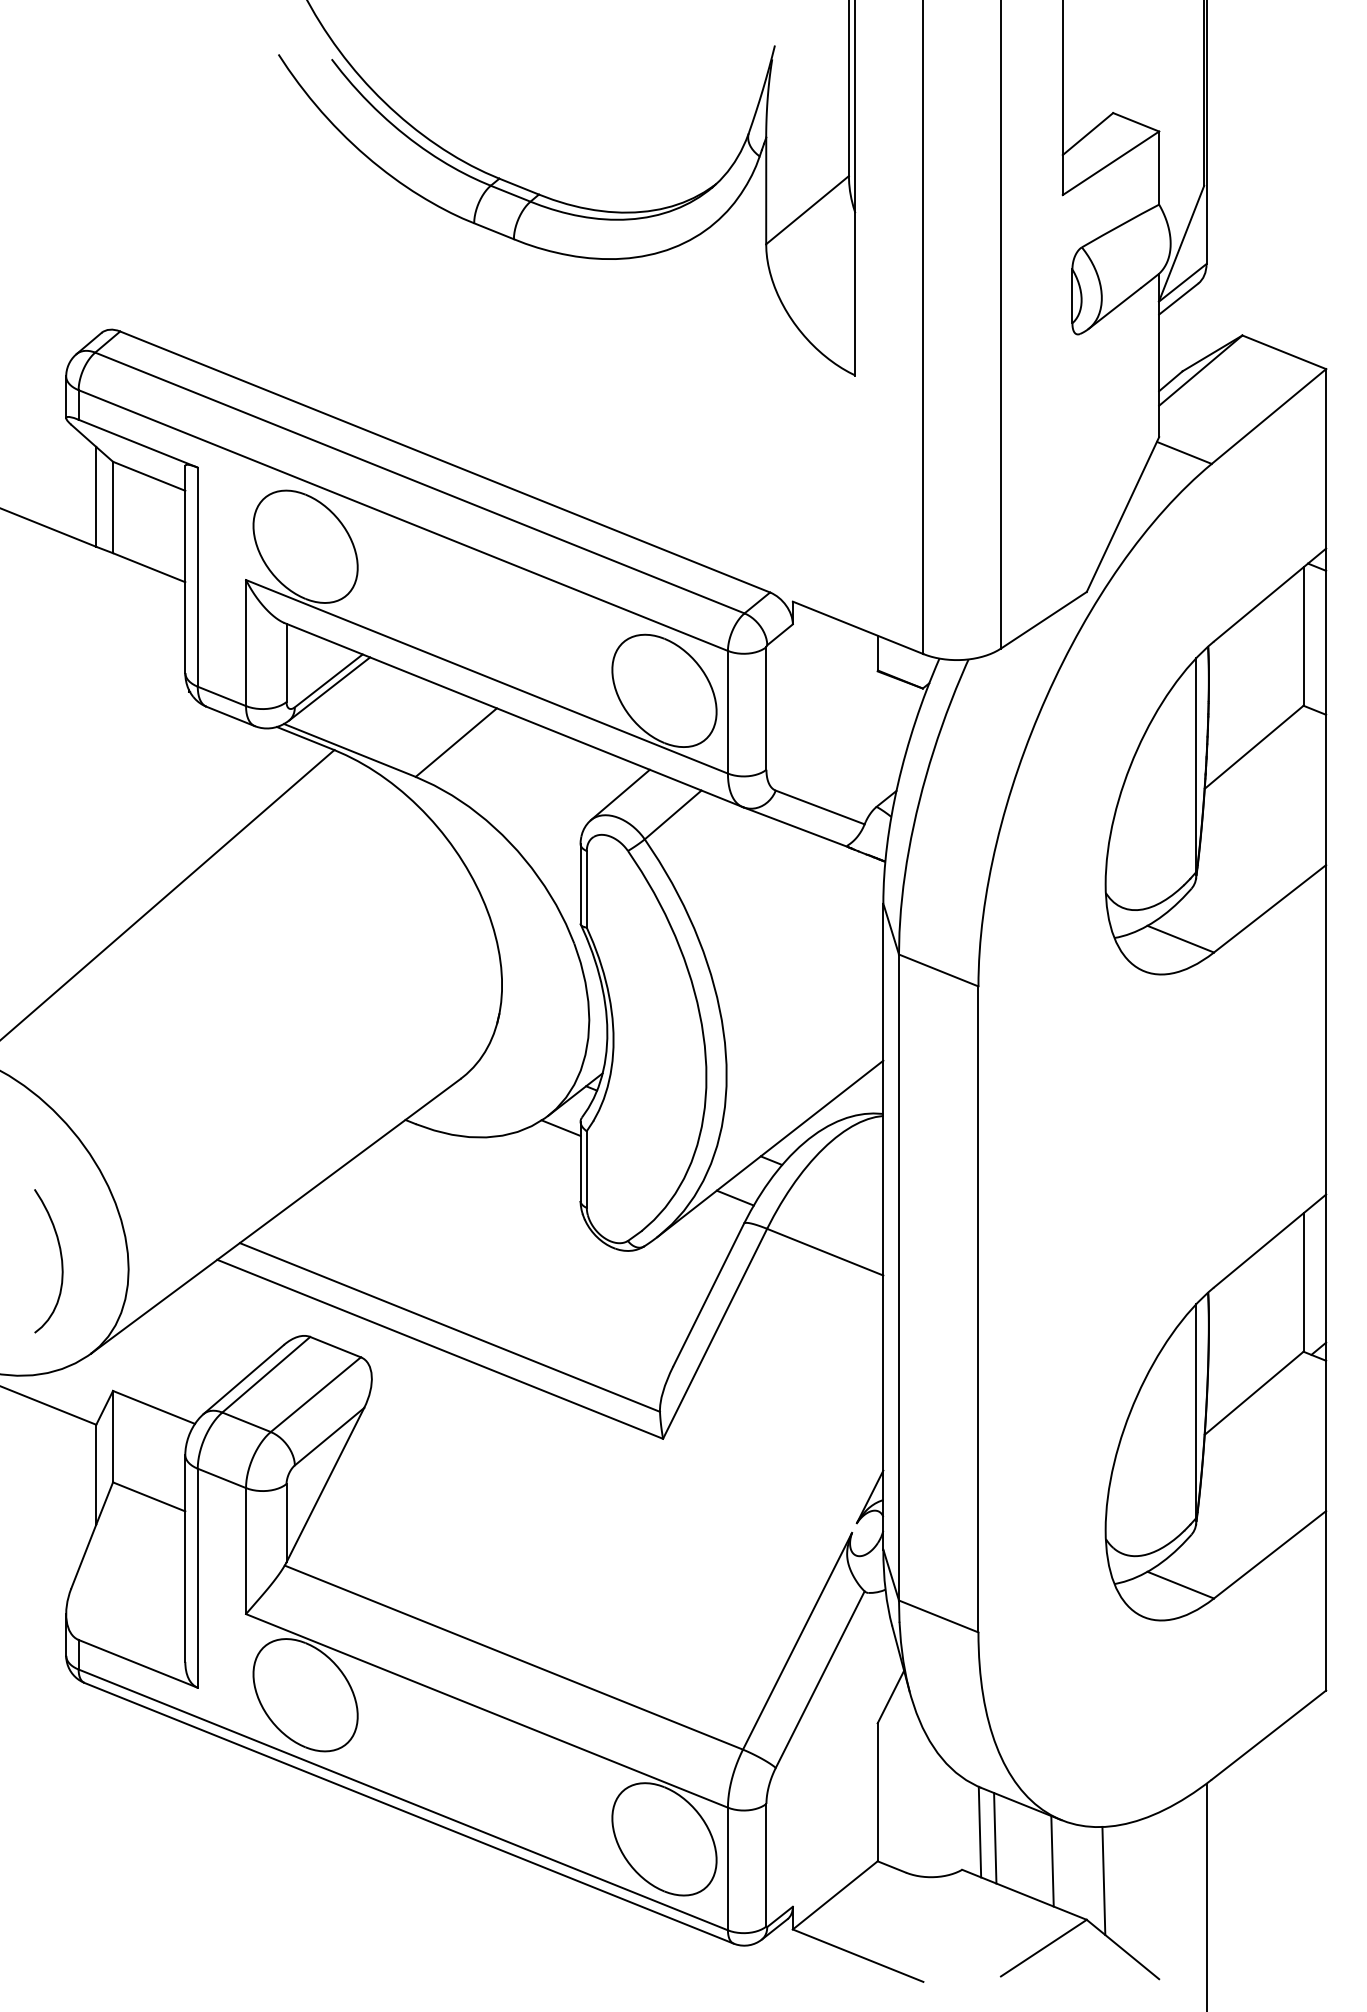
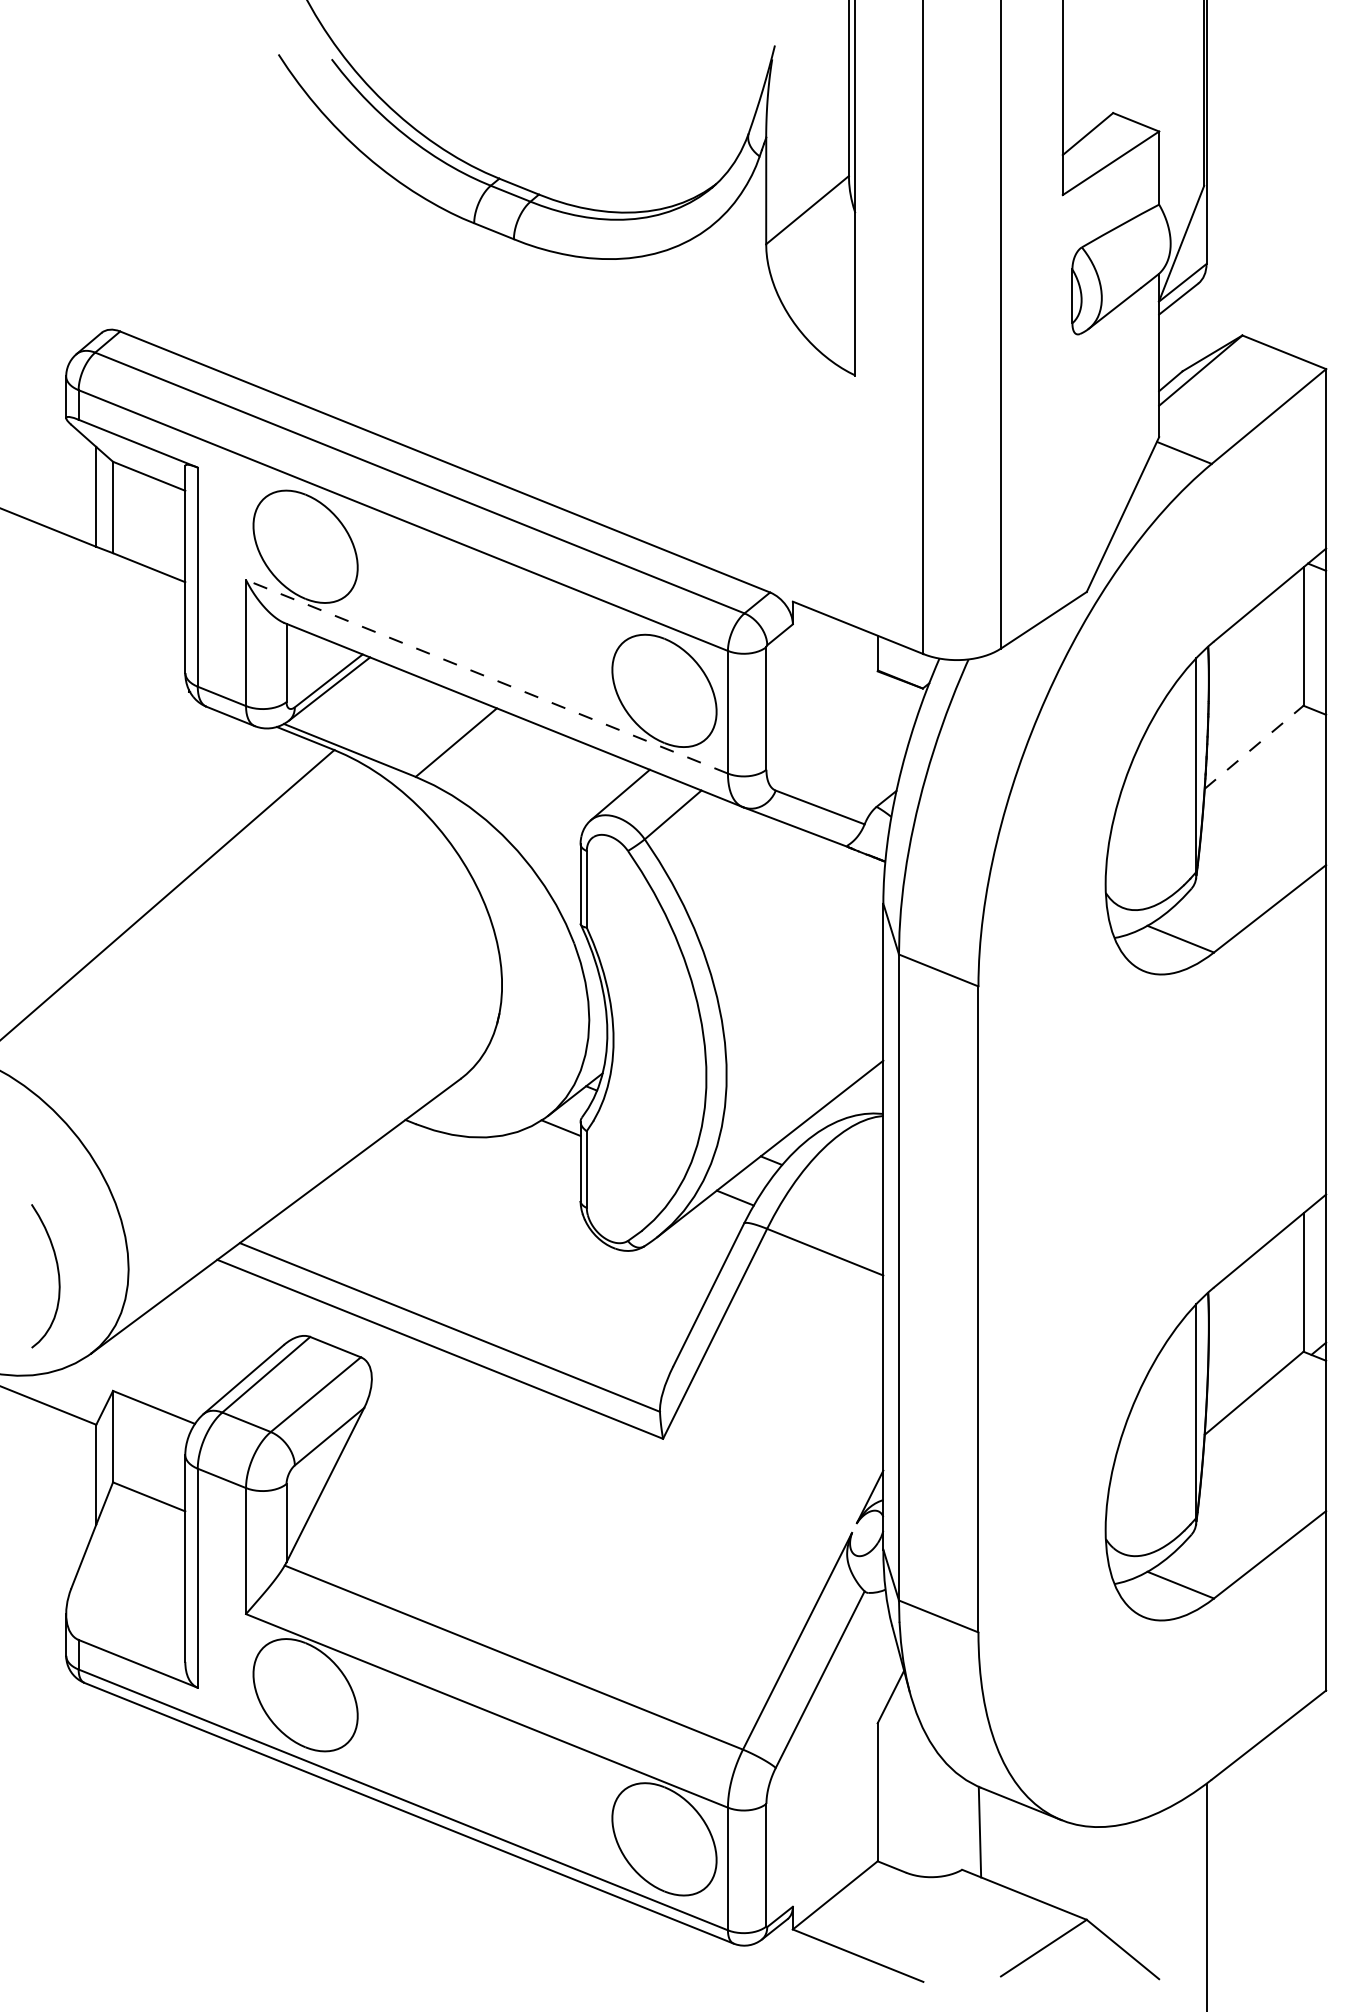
line at (486, 676): solid -> dashed
line at (1254, 747): solid -> dashed
curve at (60, 1258) position: (60, 1258) -> (57, 1273)
line at (995, 1838): present -> none
line at (1052, 1861): present -> none
line at (1103, 1880): present -> none
